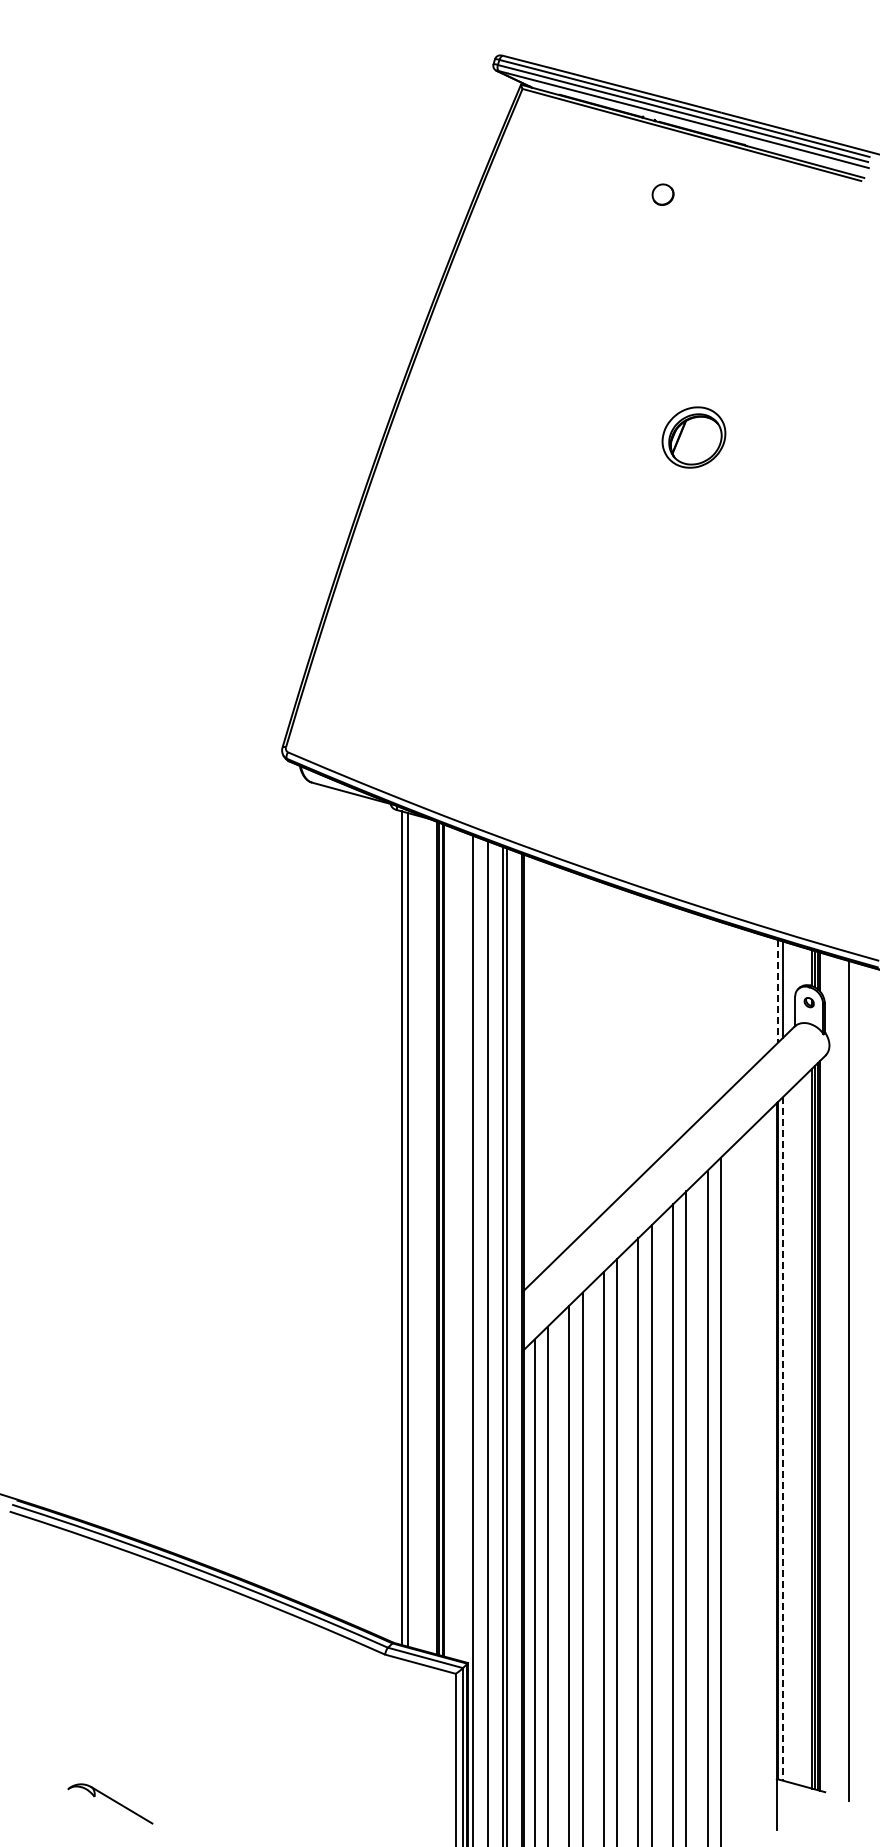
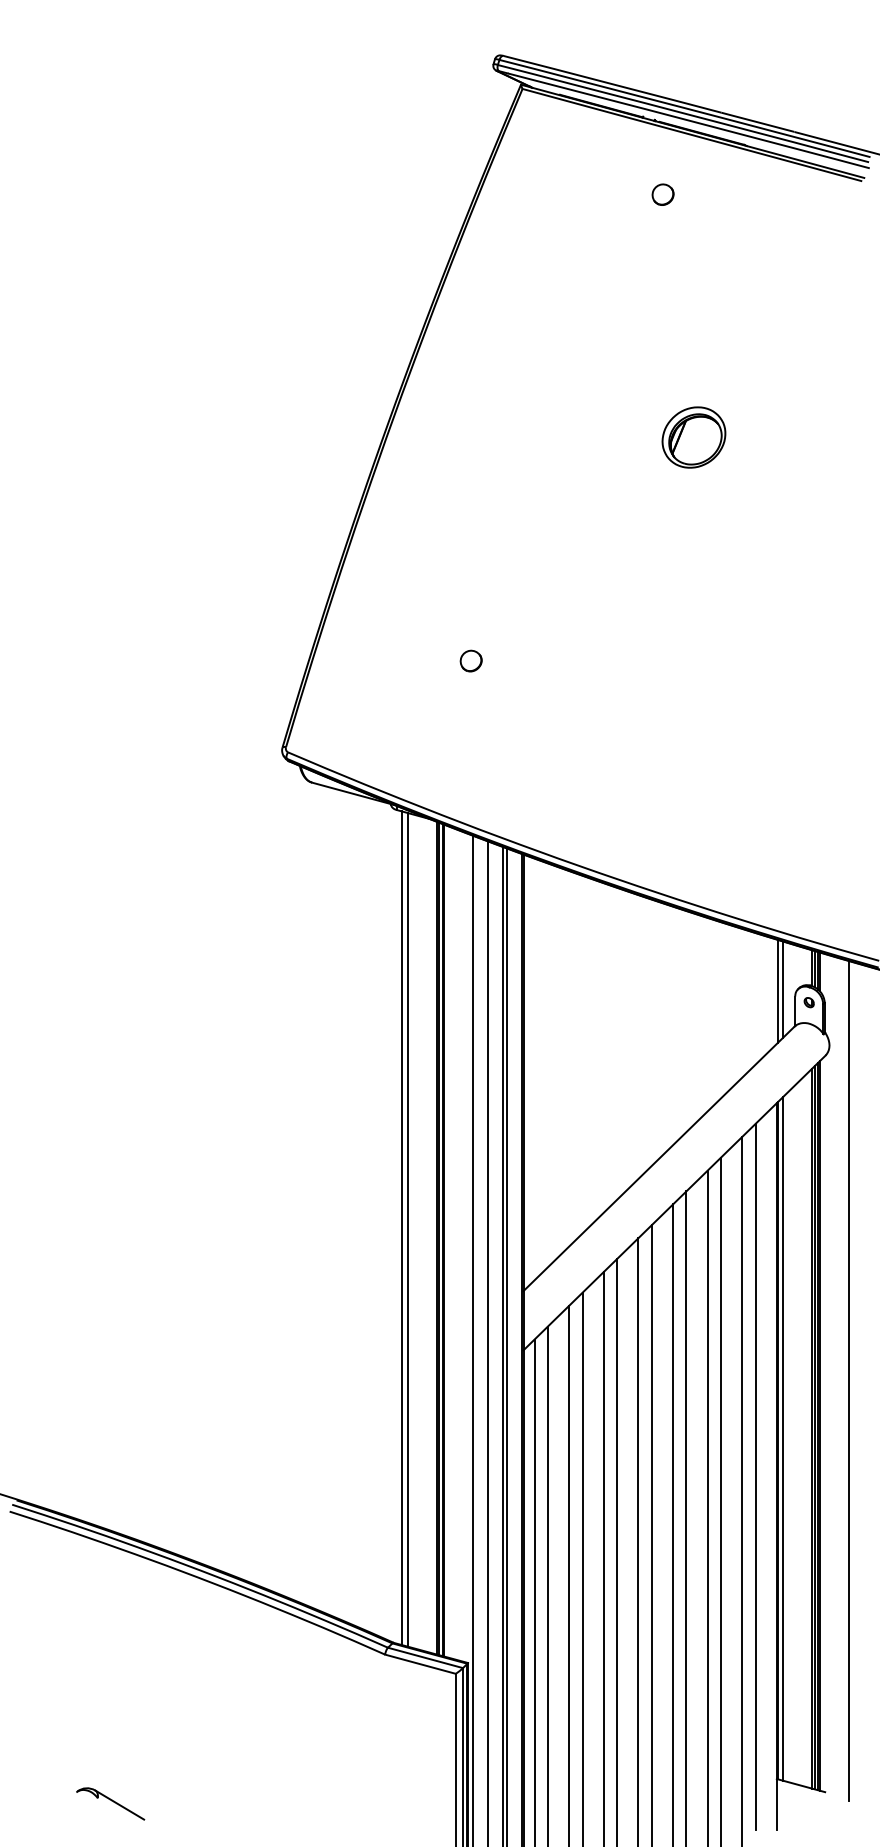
part at (470, 660): none -> present
line at (777, 991): dashed -> solid
line at (783, 1438): dashed -> solid
line at (755, 1476): none -> present
line at (742, 1489): none -> present
part at (110, 1803) size: 87x42 px -> 70x34 px
